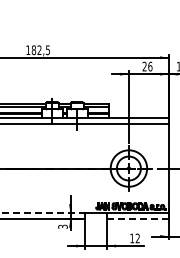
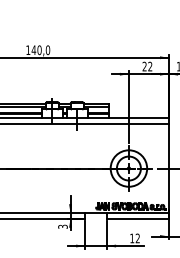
text at (40, 50): 182,5 -> 140,0
text at (150, 66): 26 -> 22
line at (43, 213): dashed -> solid
line at (138, 218): dashed -> solid
